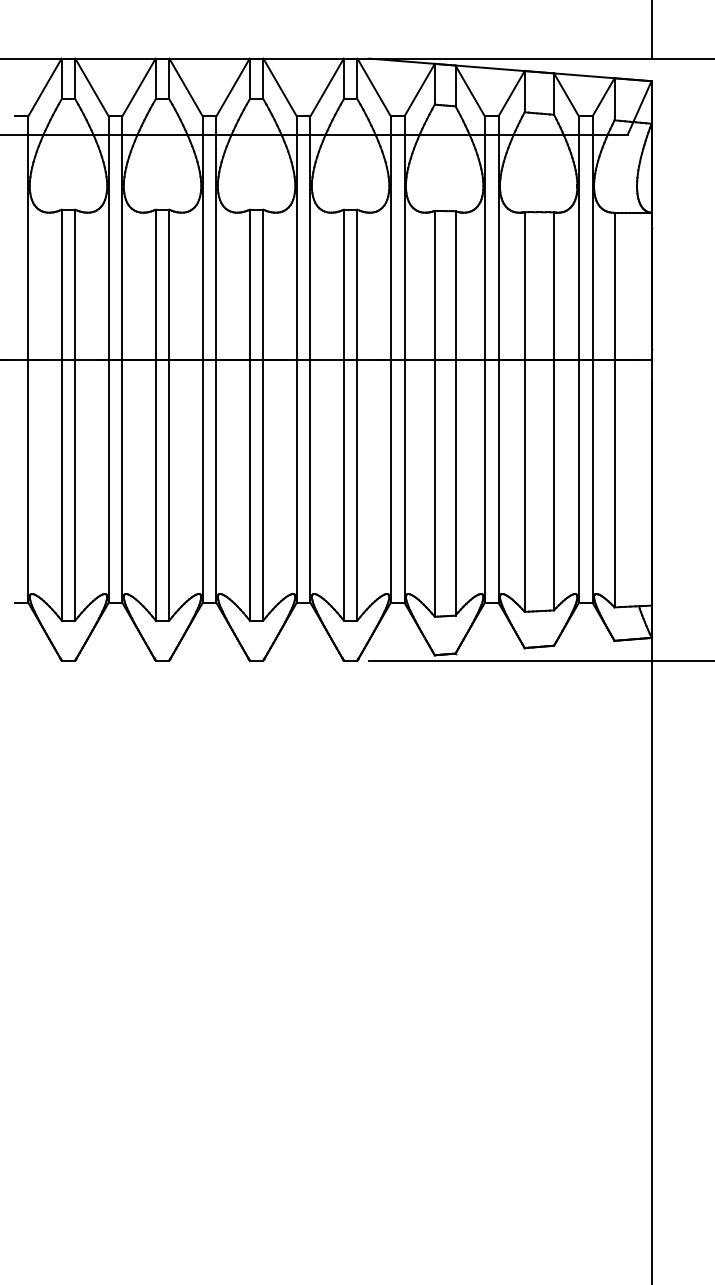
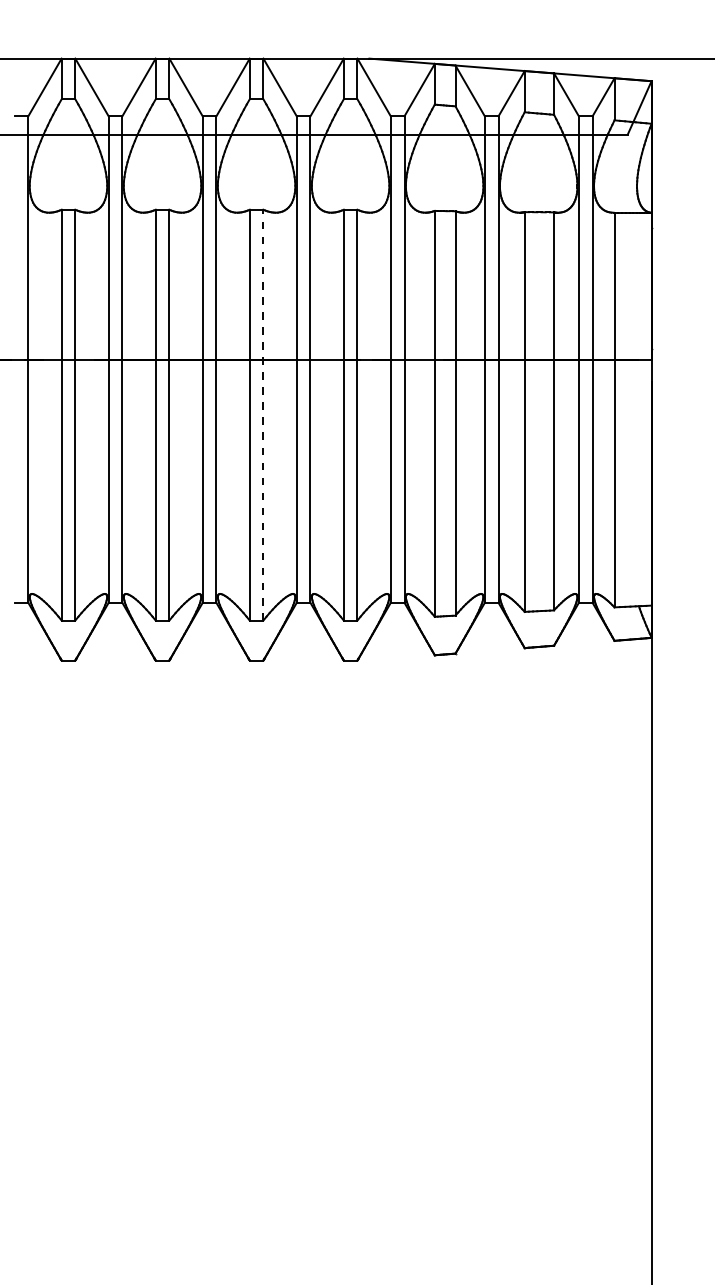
line at (651, 30): present -> none
line at (263, 414): solid -> dashed
line at (540, 660): present -> none
